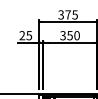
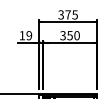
text at (25, 35): 25 -> 19
